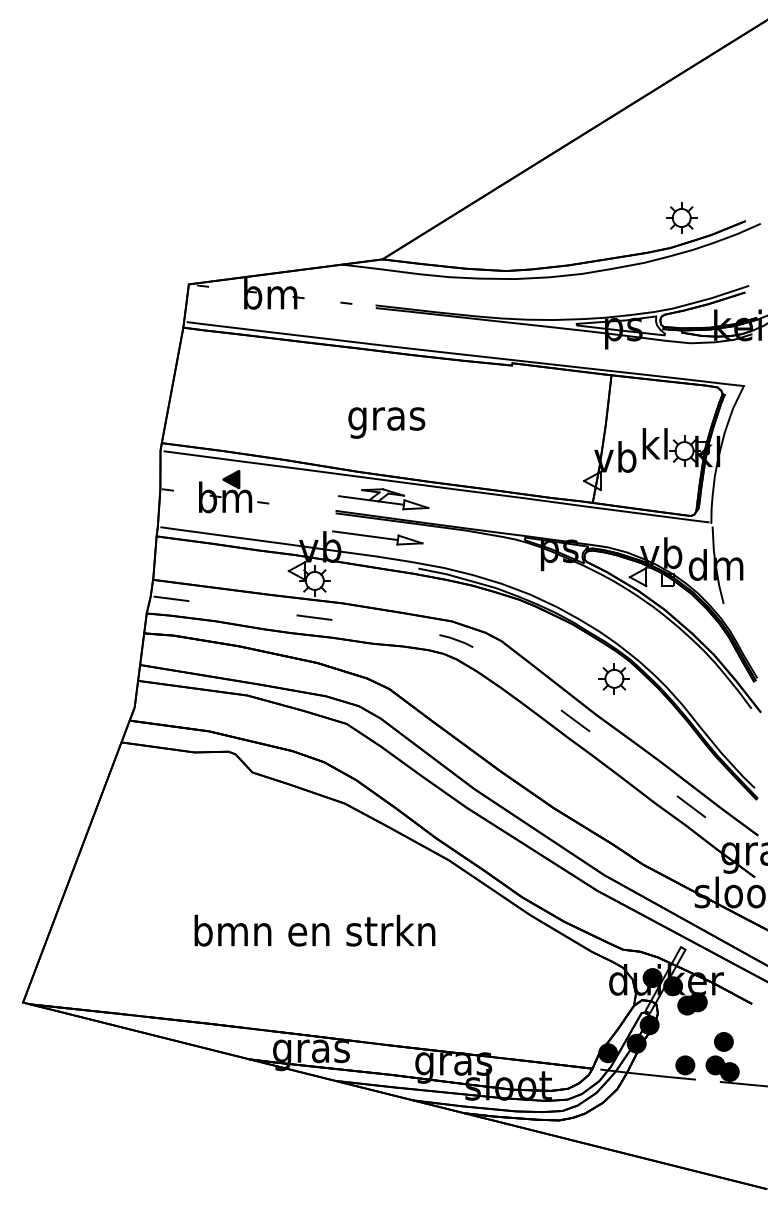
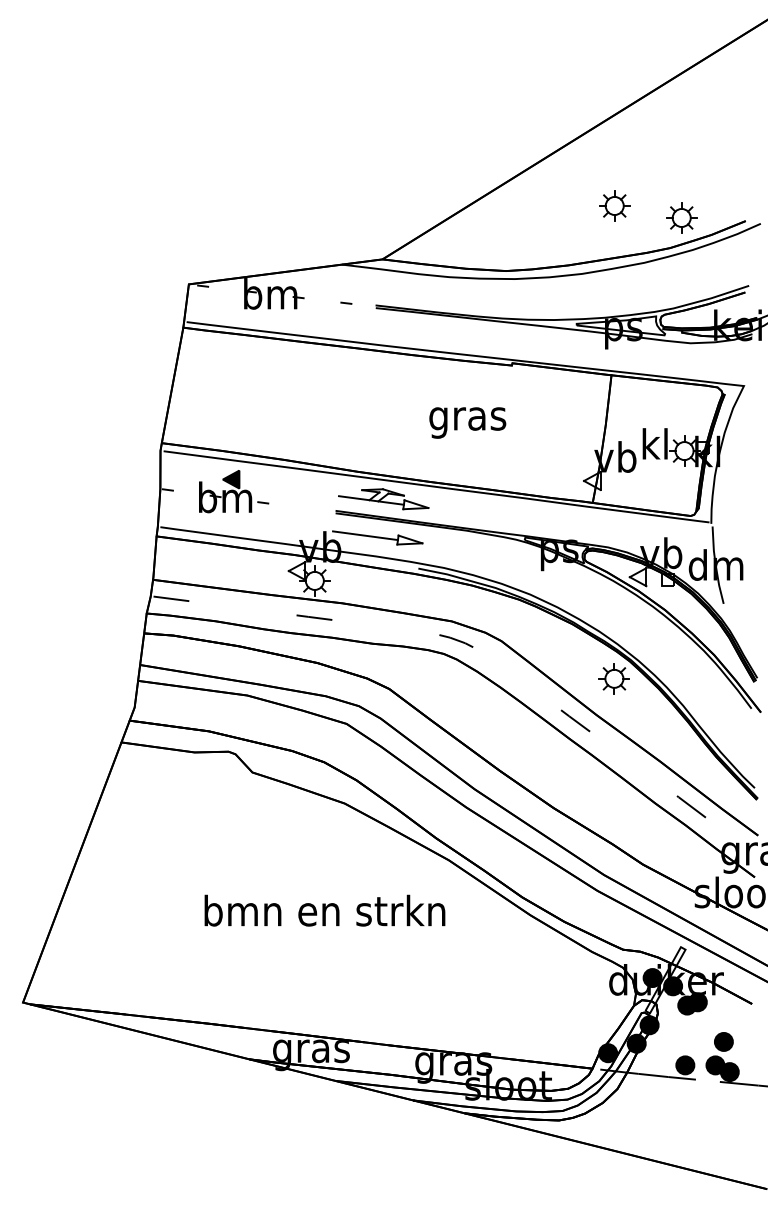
part at (614, 205): none -> present
text at (386, 422) position: (386, 422) -> (467, 422)
text at (314, 930) position: (314, 930) -> (324, 910)
